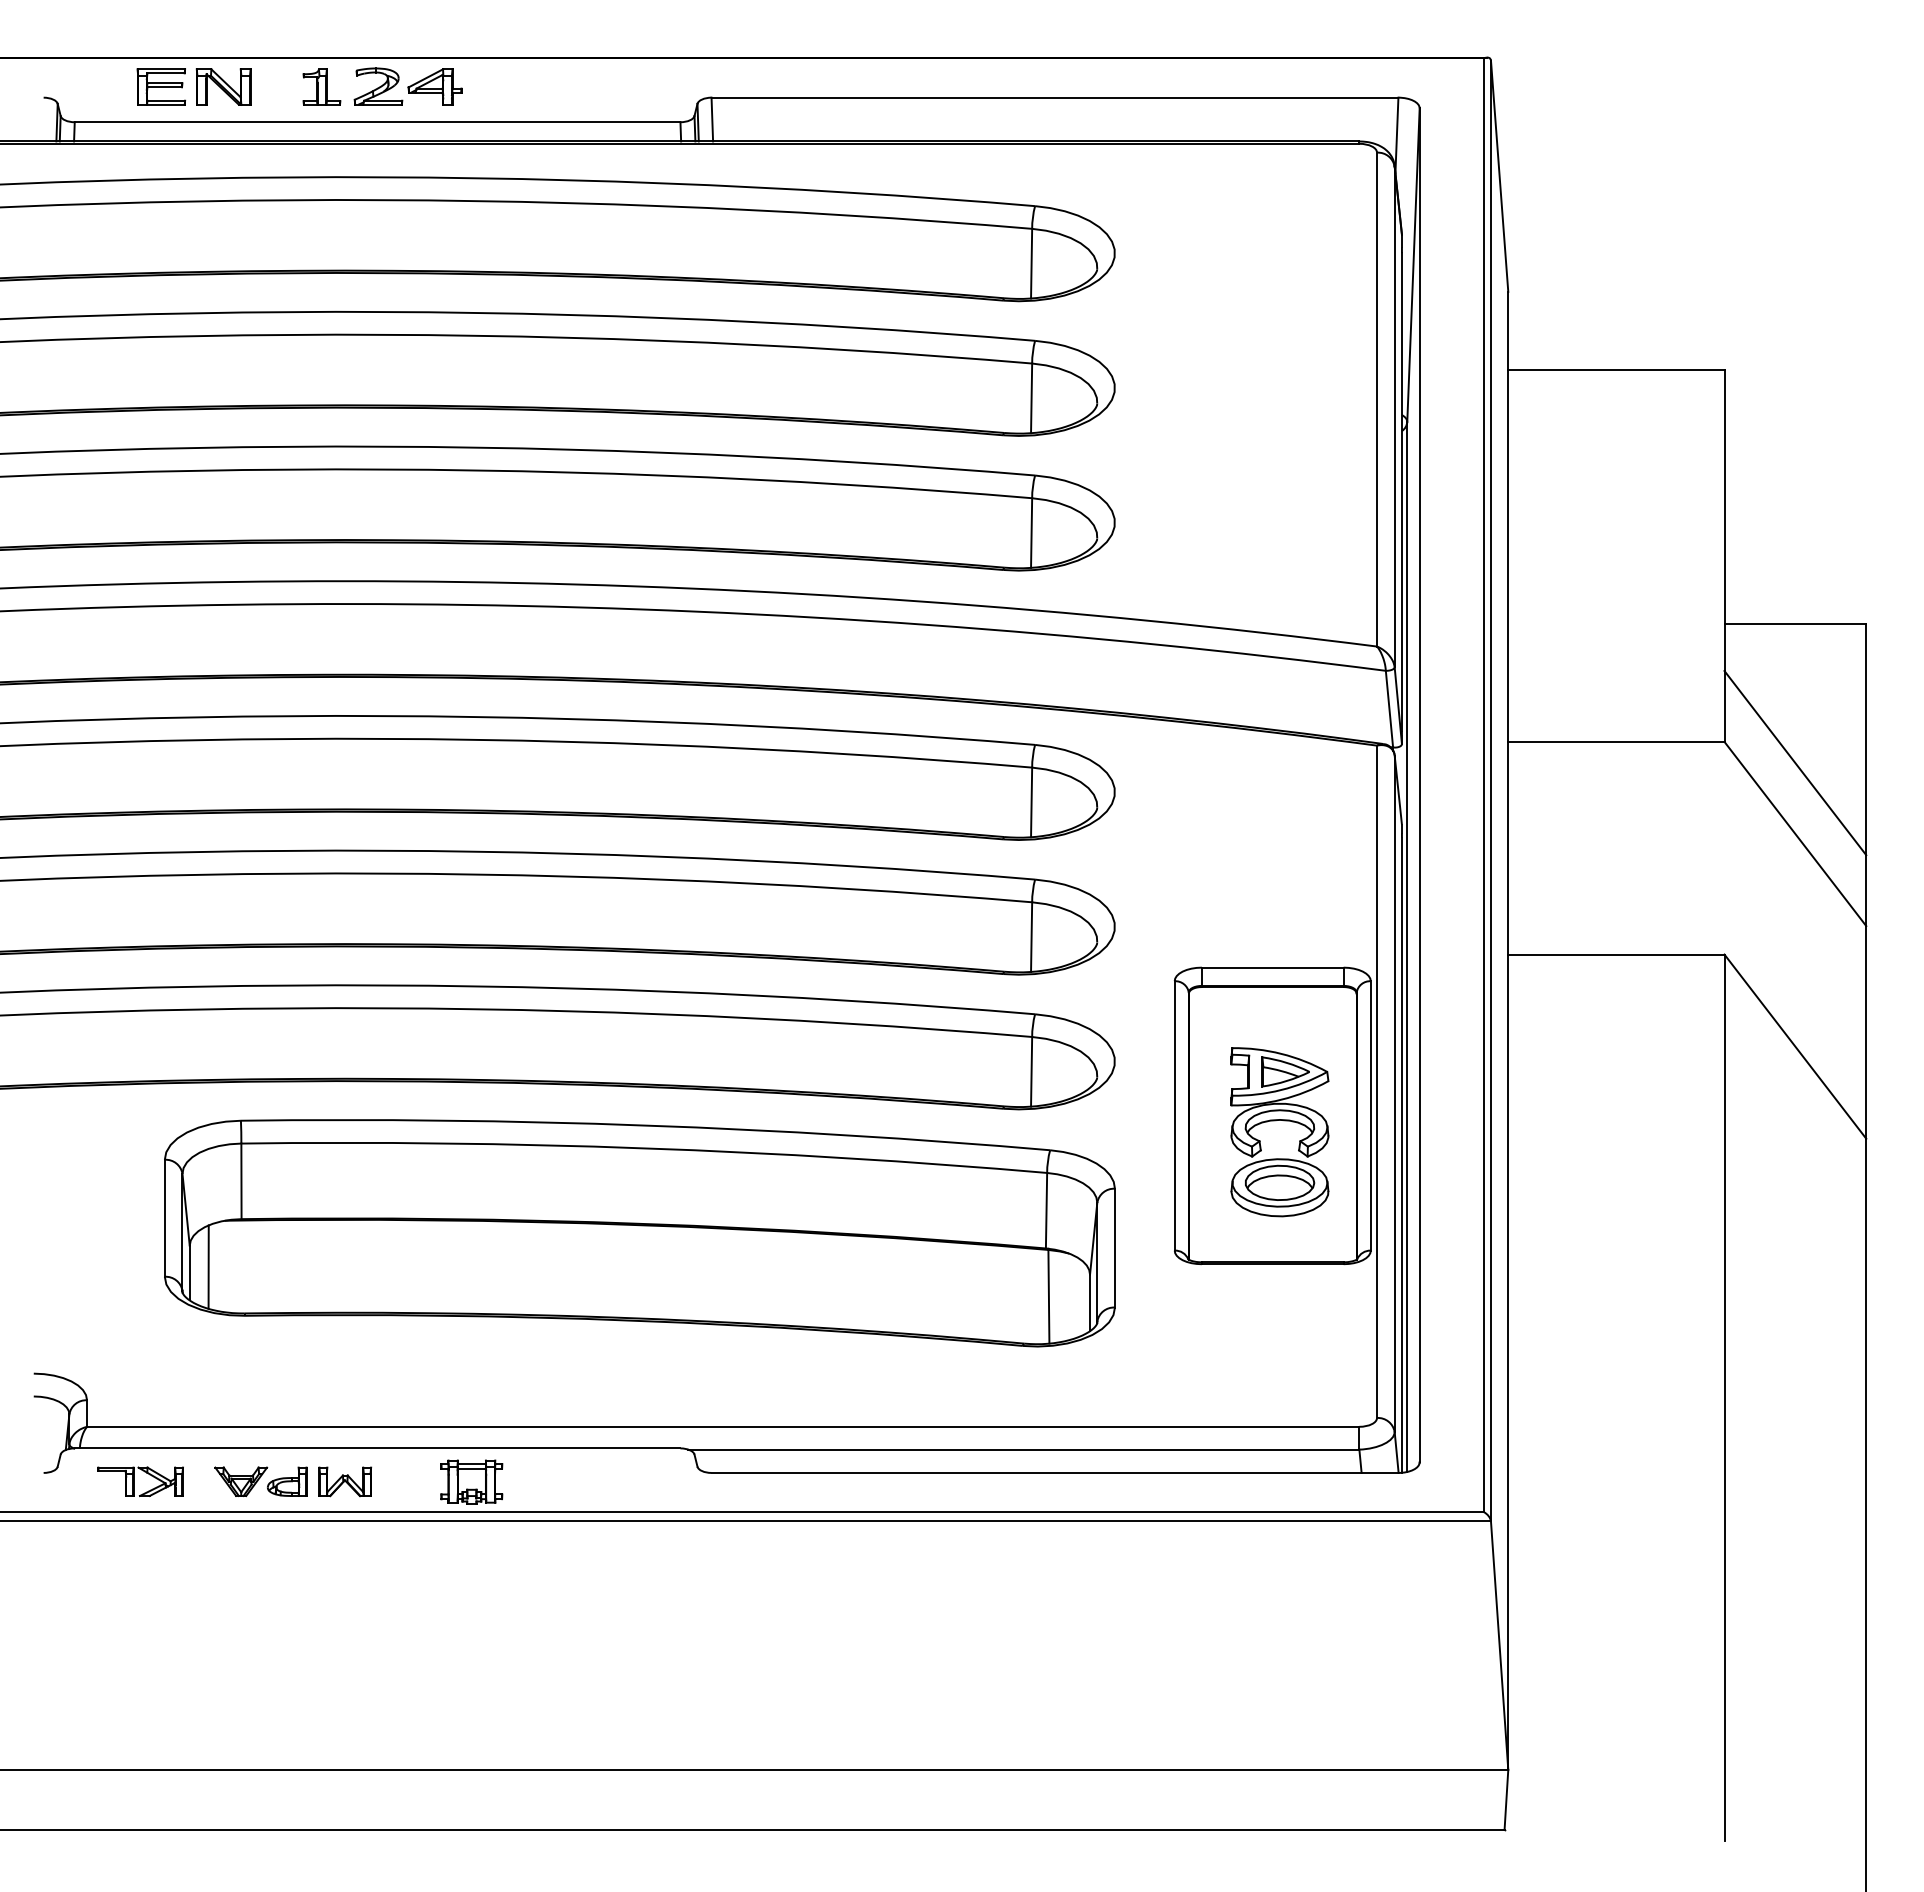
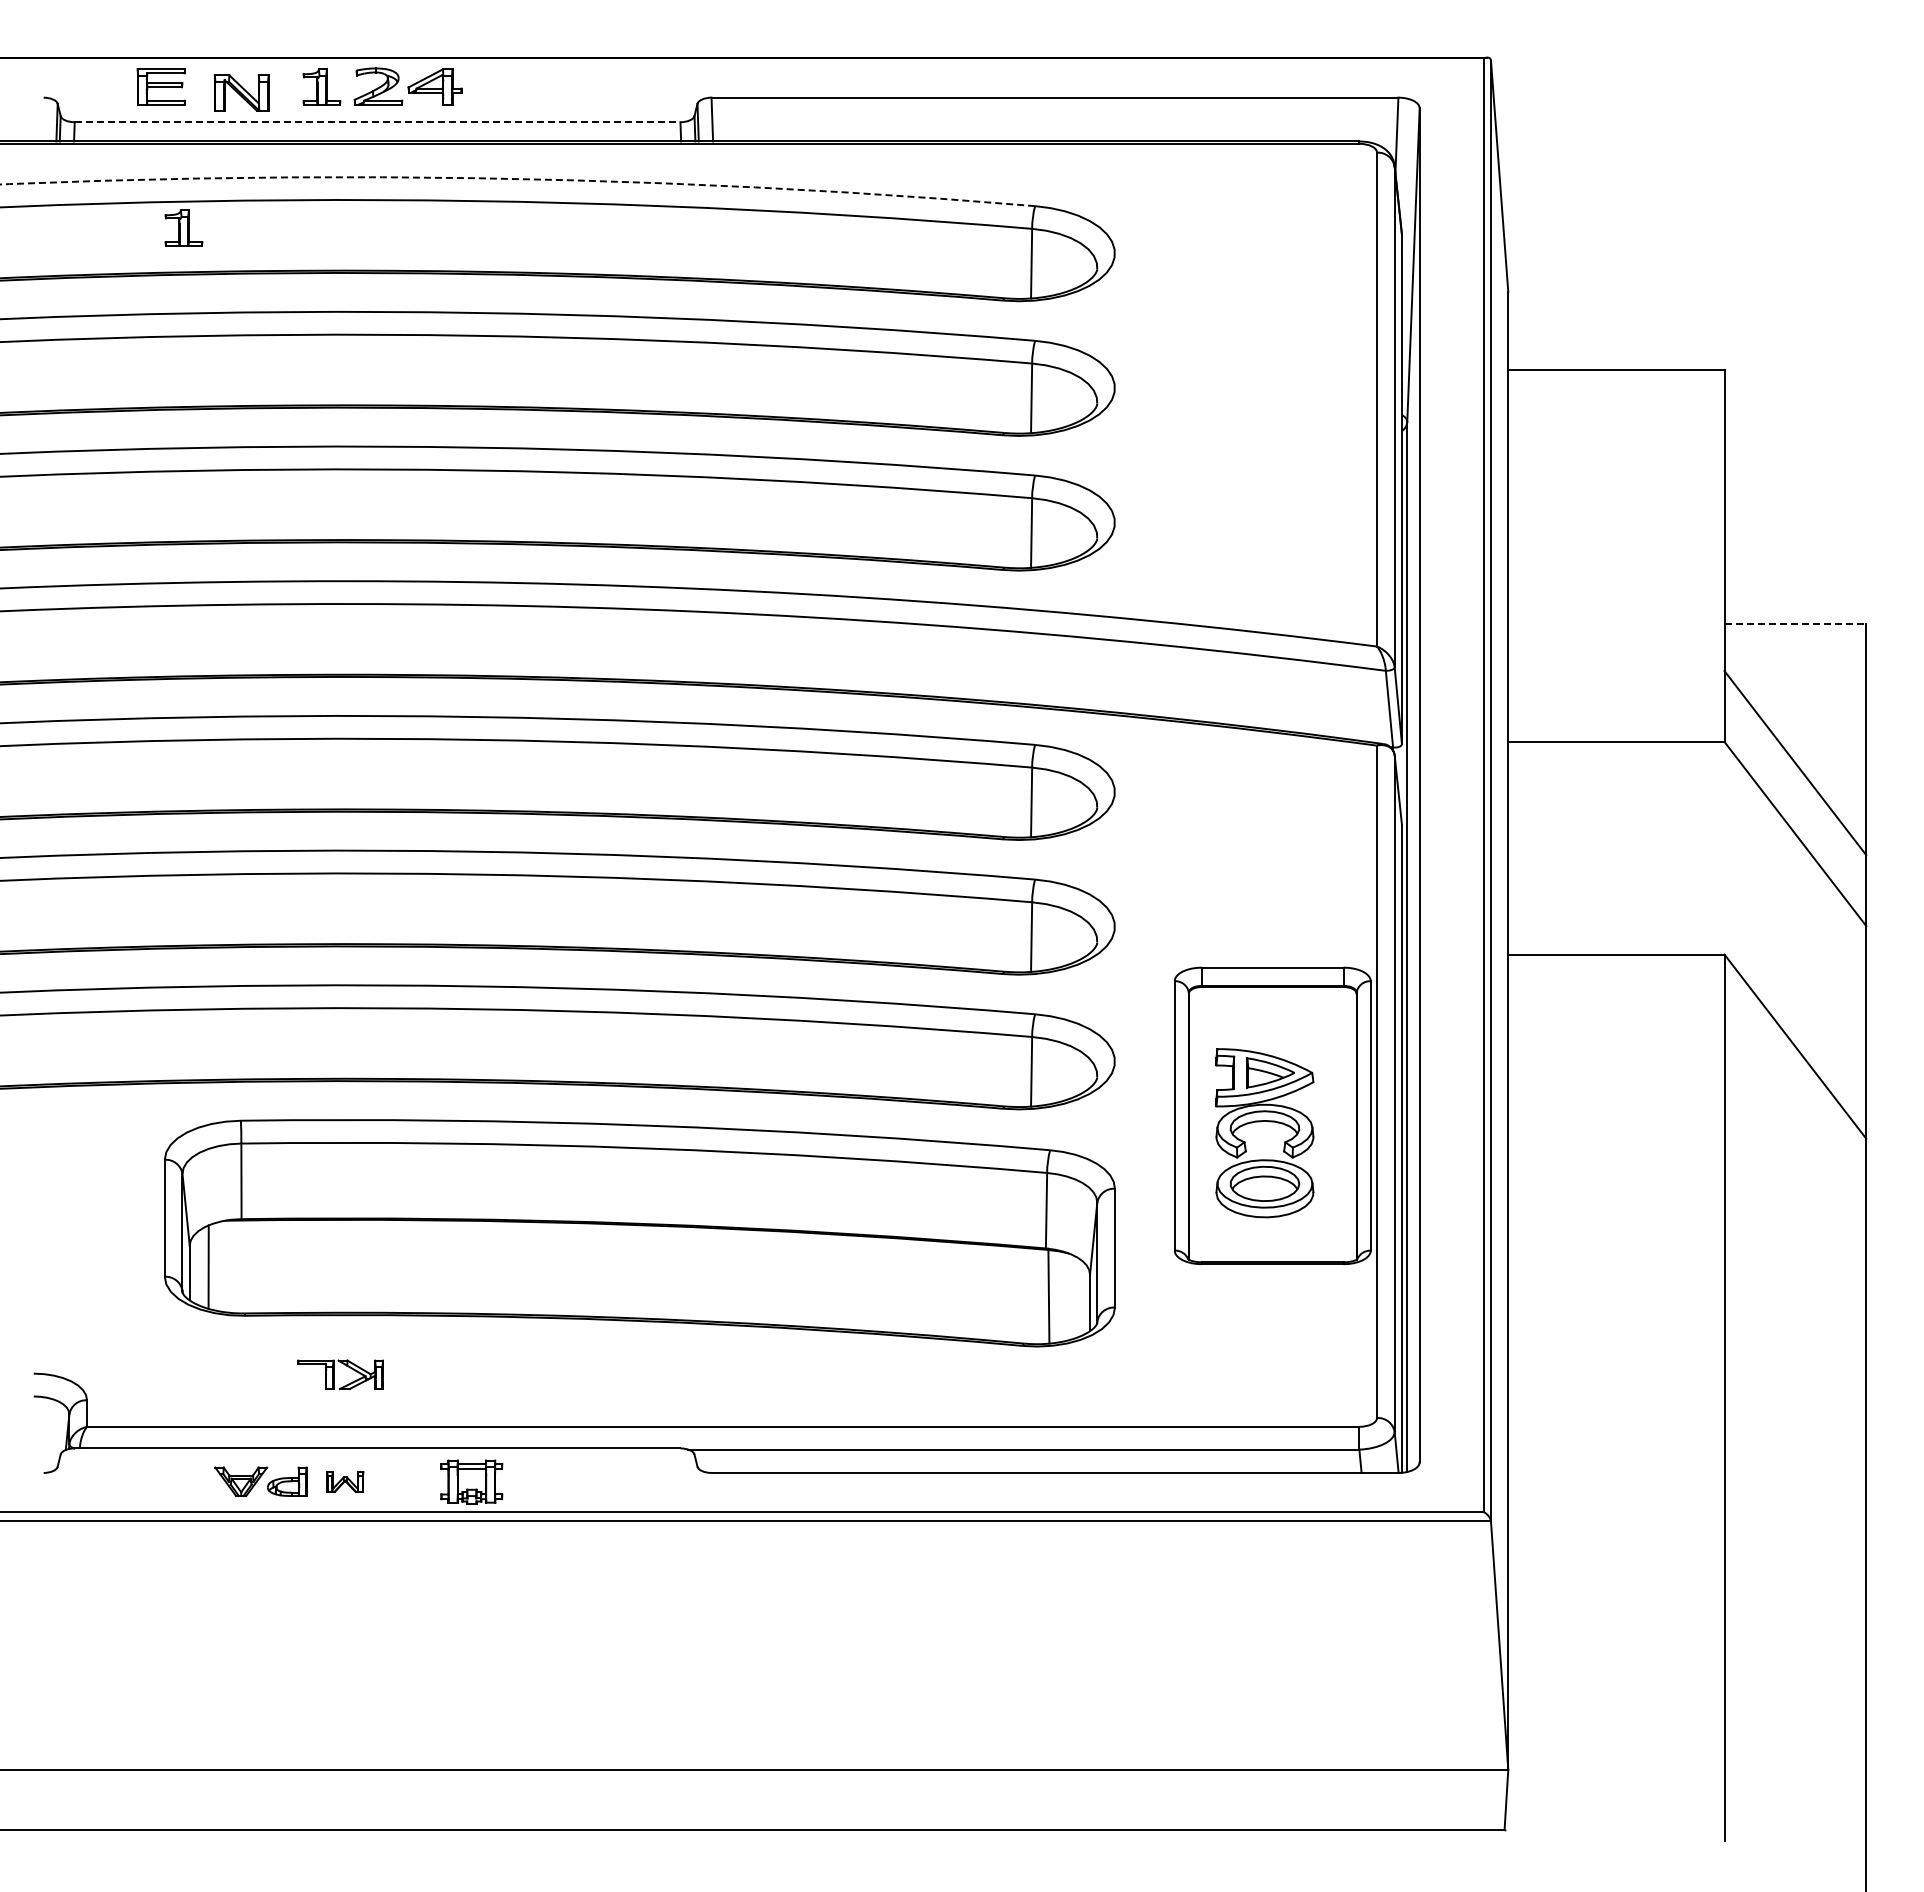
part at (223, 86) position: (223, 86) -> (241, 92)
line at (377, 122): solid -> dashed
arc at (517, 179): solid -> dashed
part at (183, 227): none -> present
line at (1795, 623): solid -> dashed
part at (1275, 1121) position: (1275, 1121) -> (1260, 1122)
part at (140, 1481) position: (140, 1481) -> (340, 1374)
part at (345, 1481) size: 55x32 px -> 39x22 px
